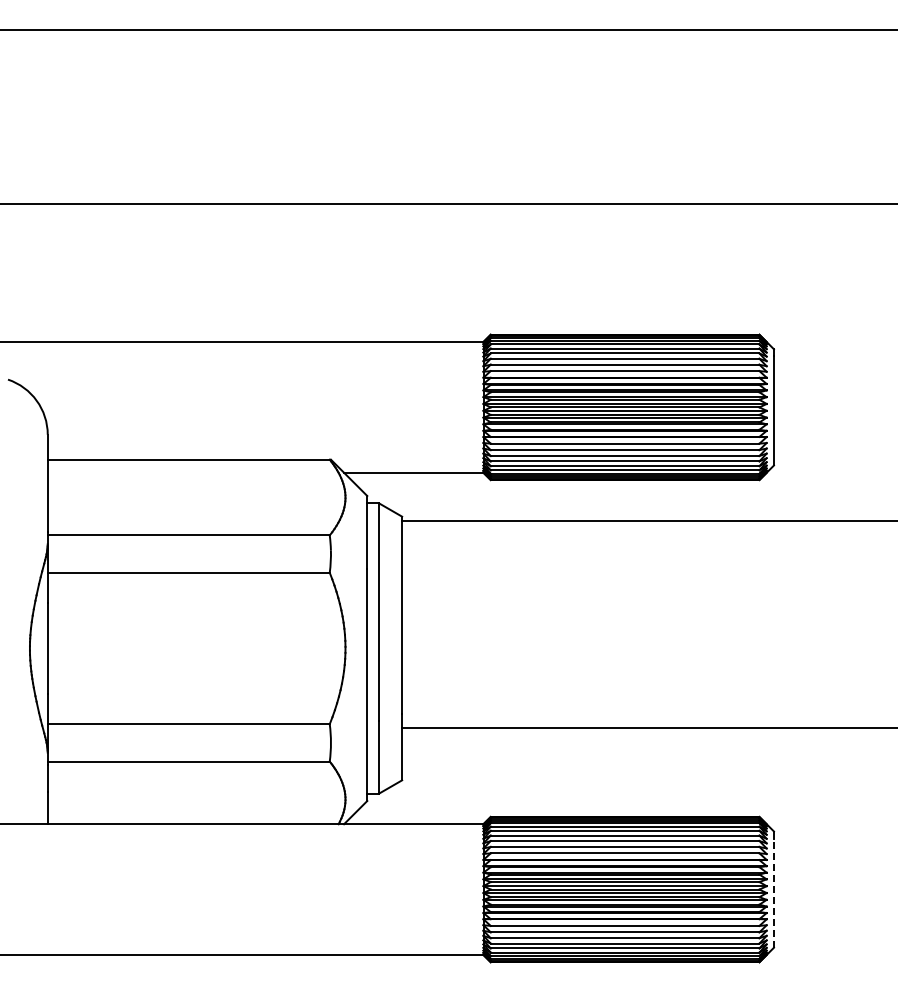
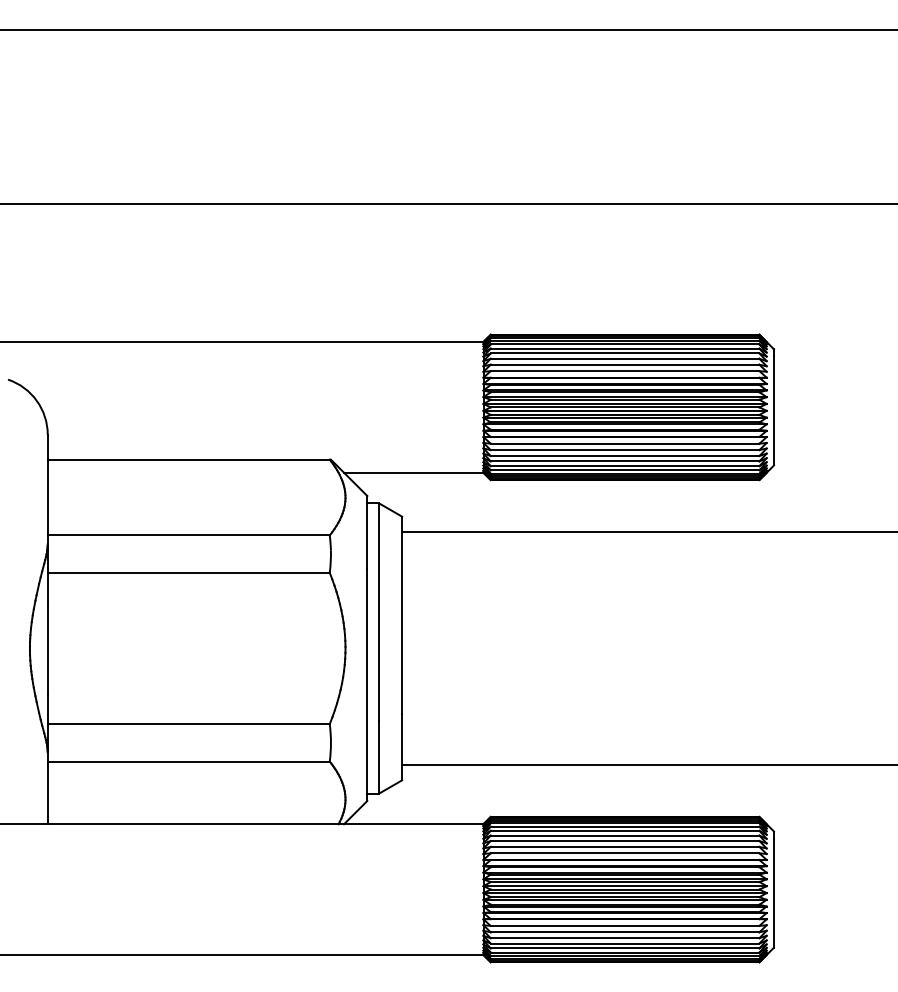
line at (648, 521) position: (648, 521) -> (648, 532)
line at (648, 727) position: (648, 727) -> (648, 764)
line at (773, 893): dashed -> solid
